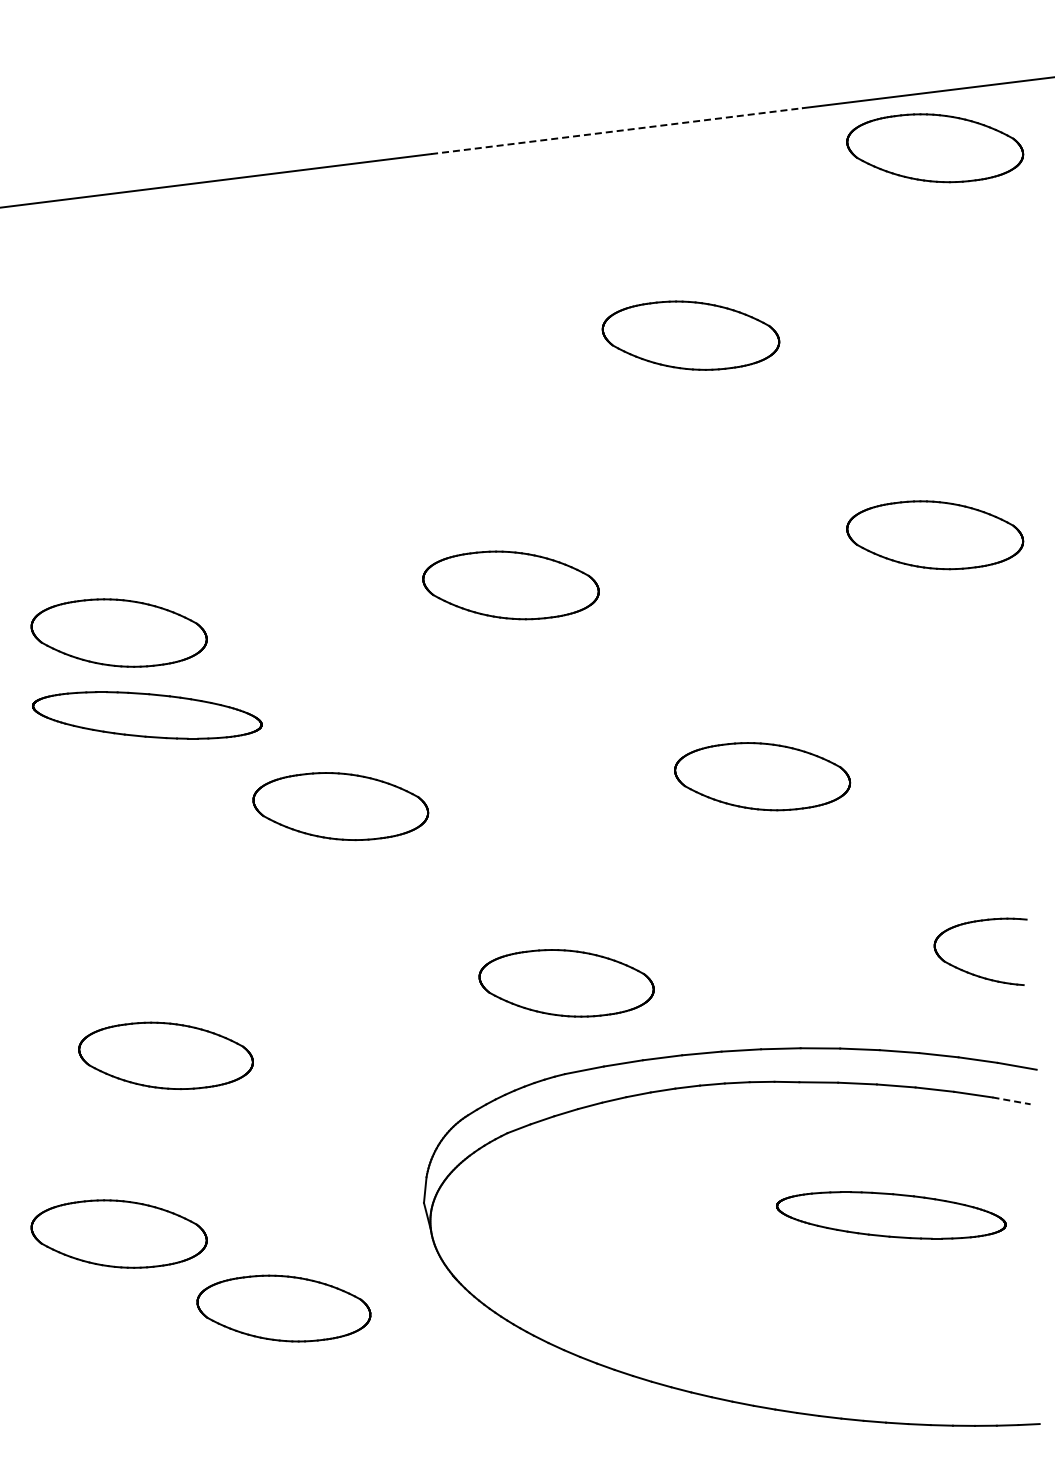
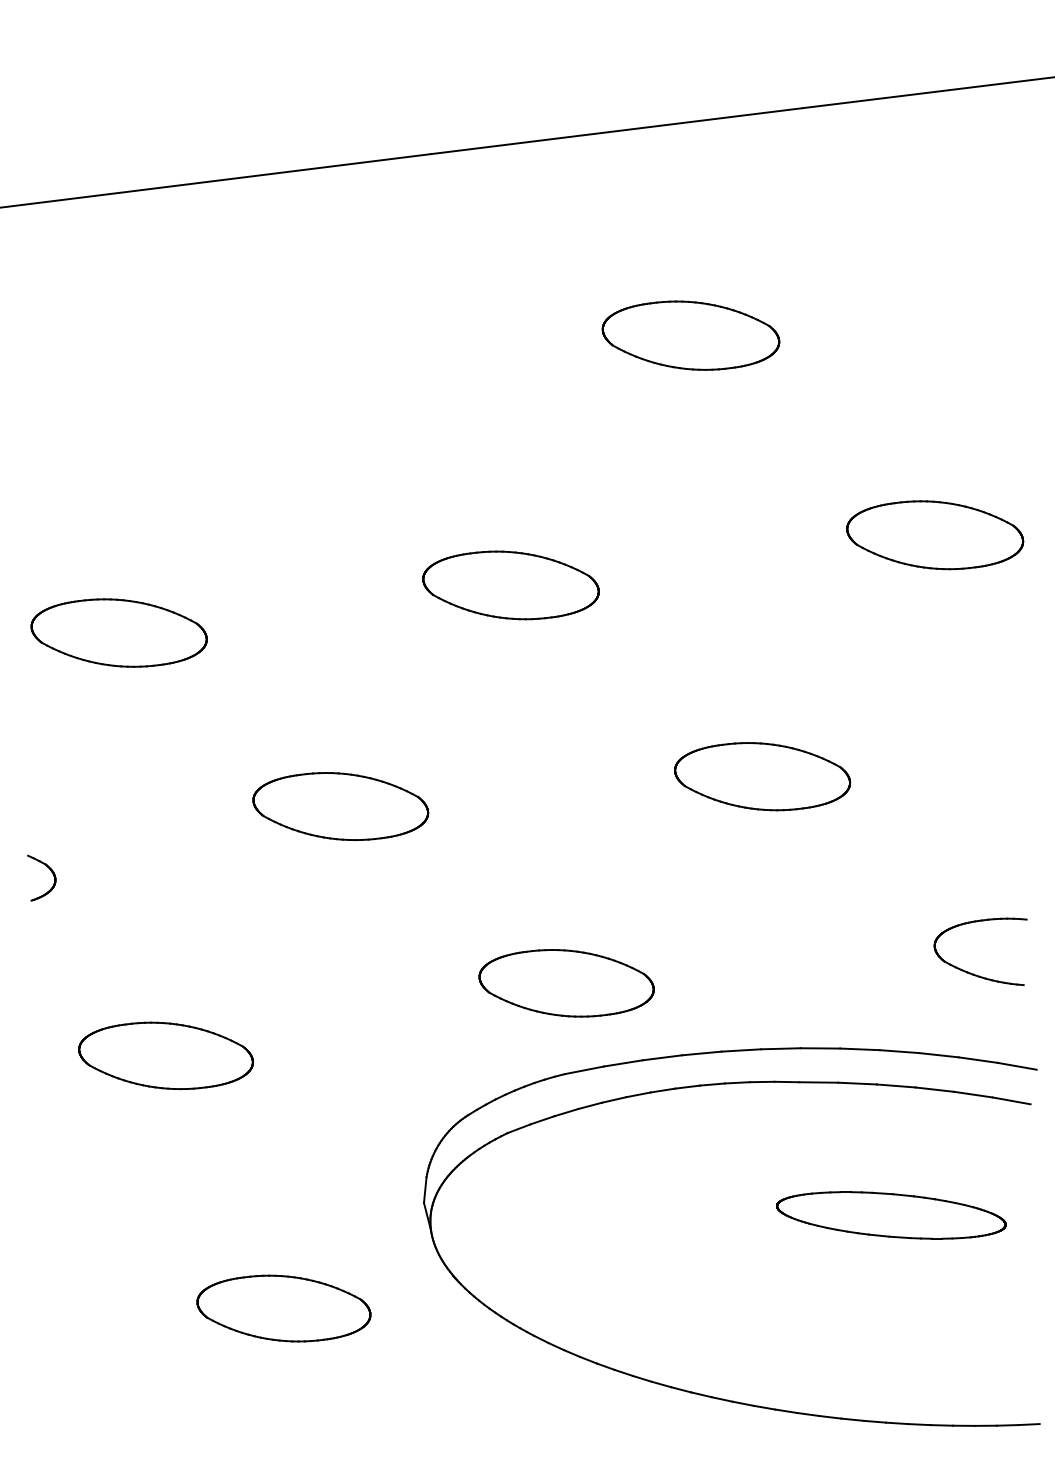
line at (617, 131): dashed -> solid
part at (935, 148): present -> none
part at (147, 715): present -> none
part at (51, 872): none -> present
line at (1012, 1100): dashed -> solid
part at (118, 1233): present -> none
